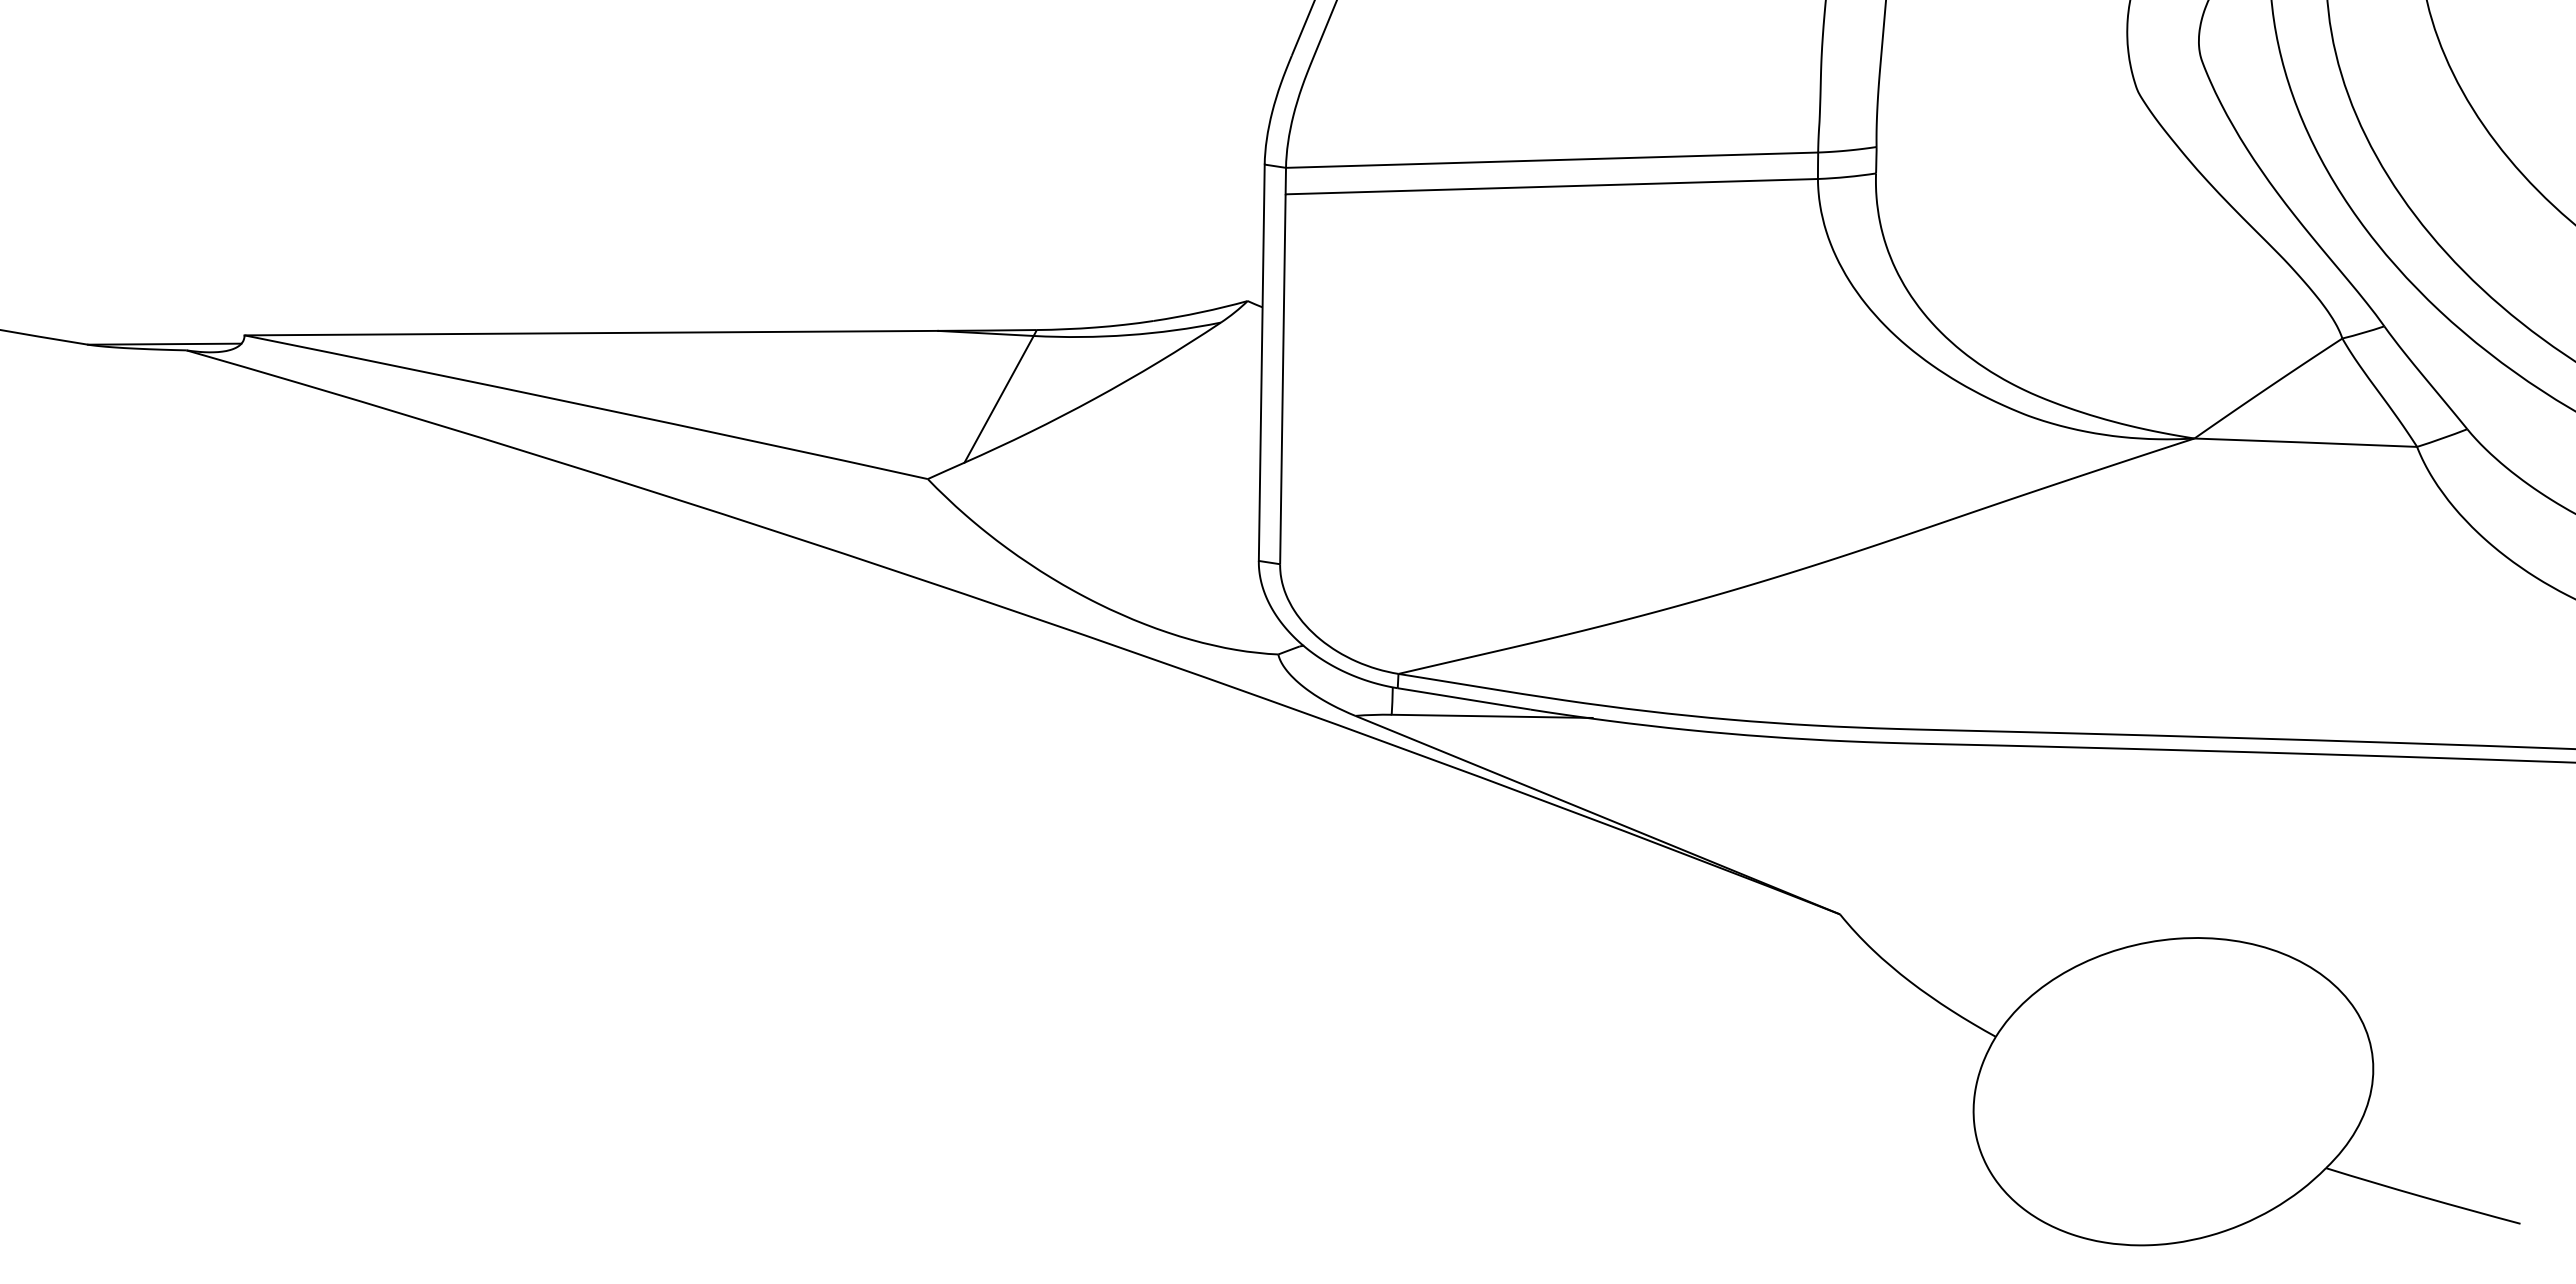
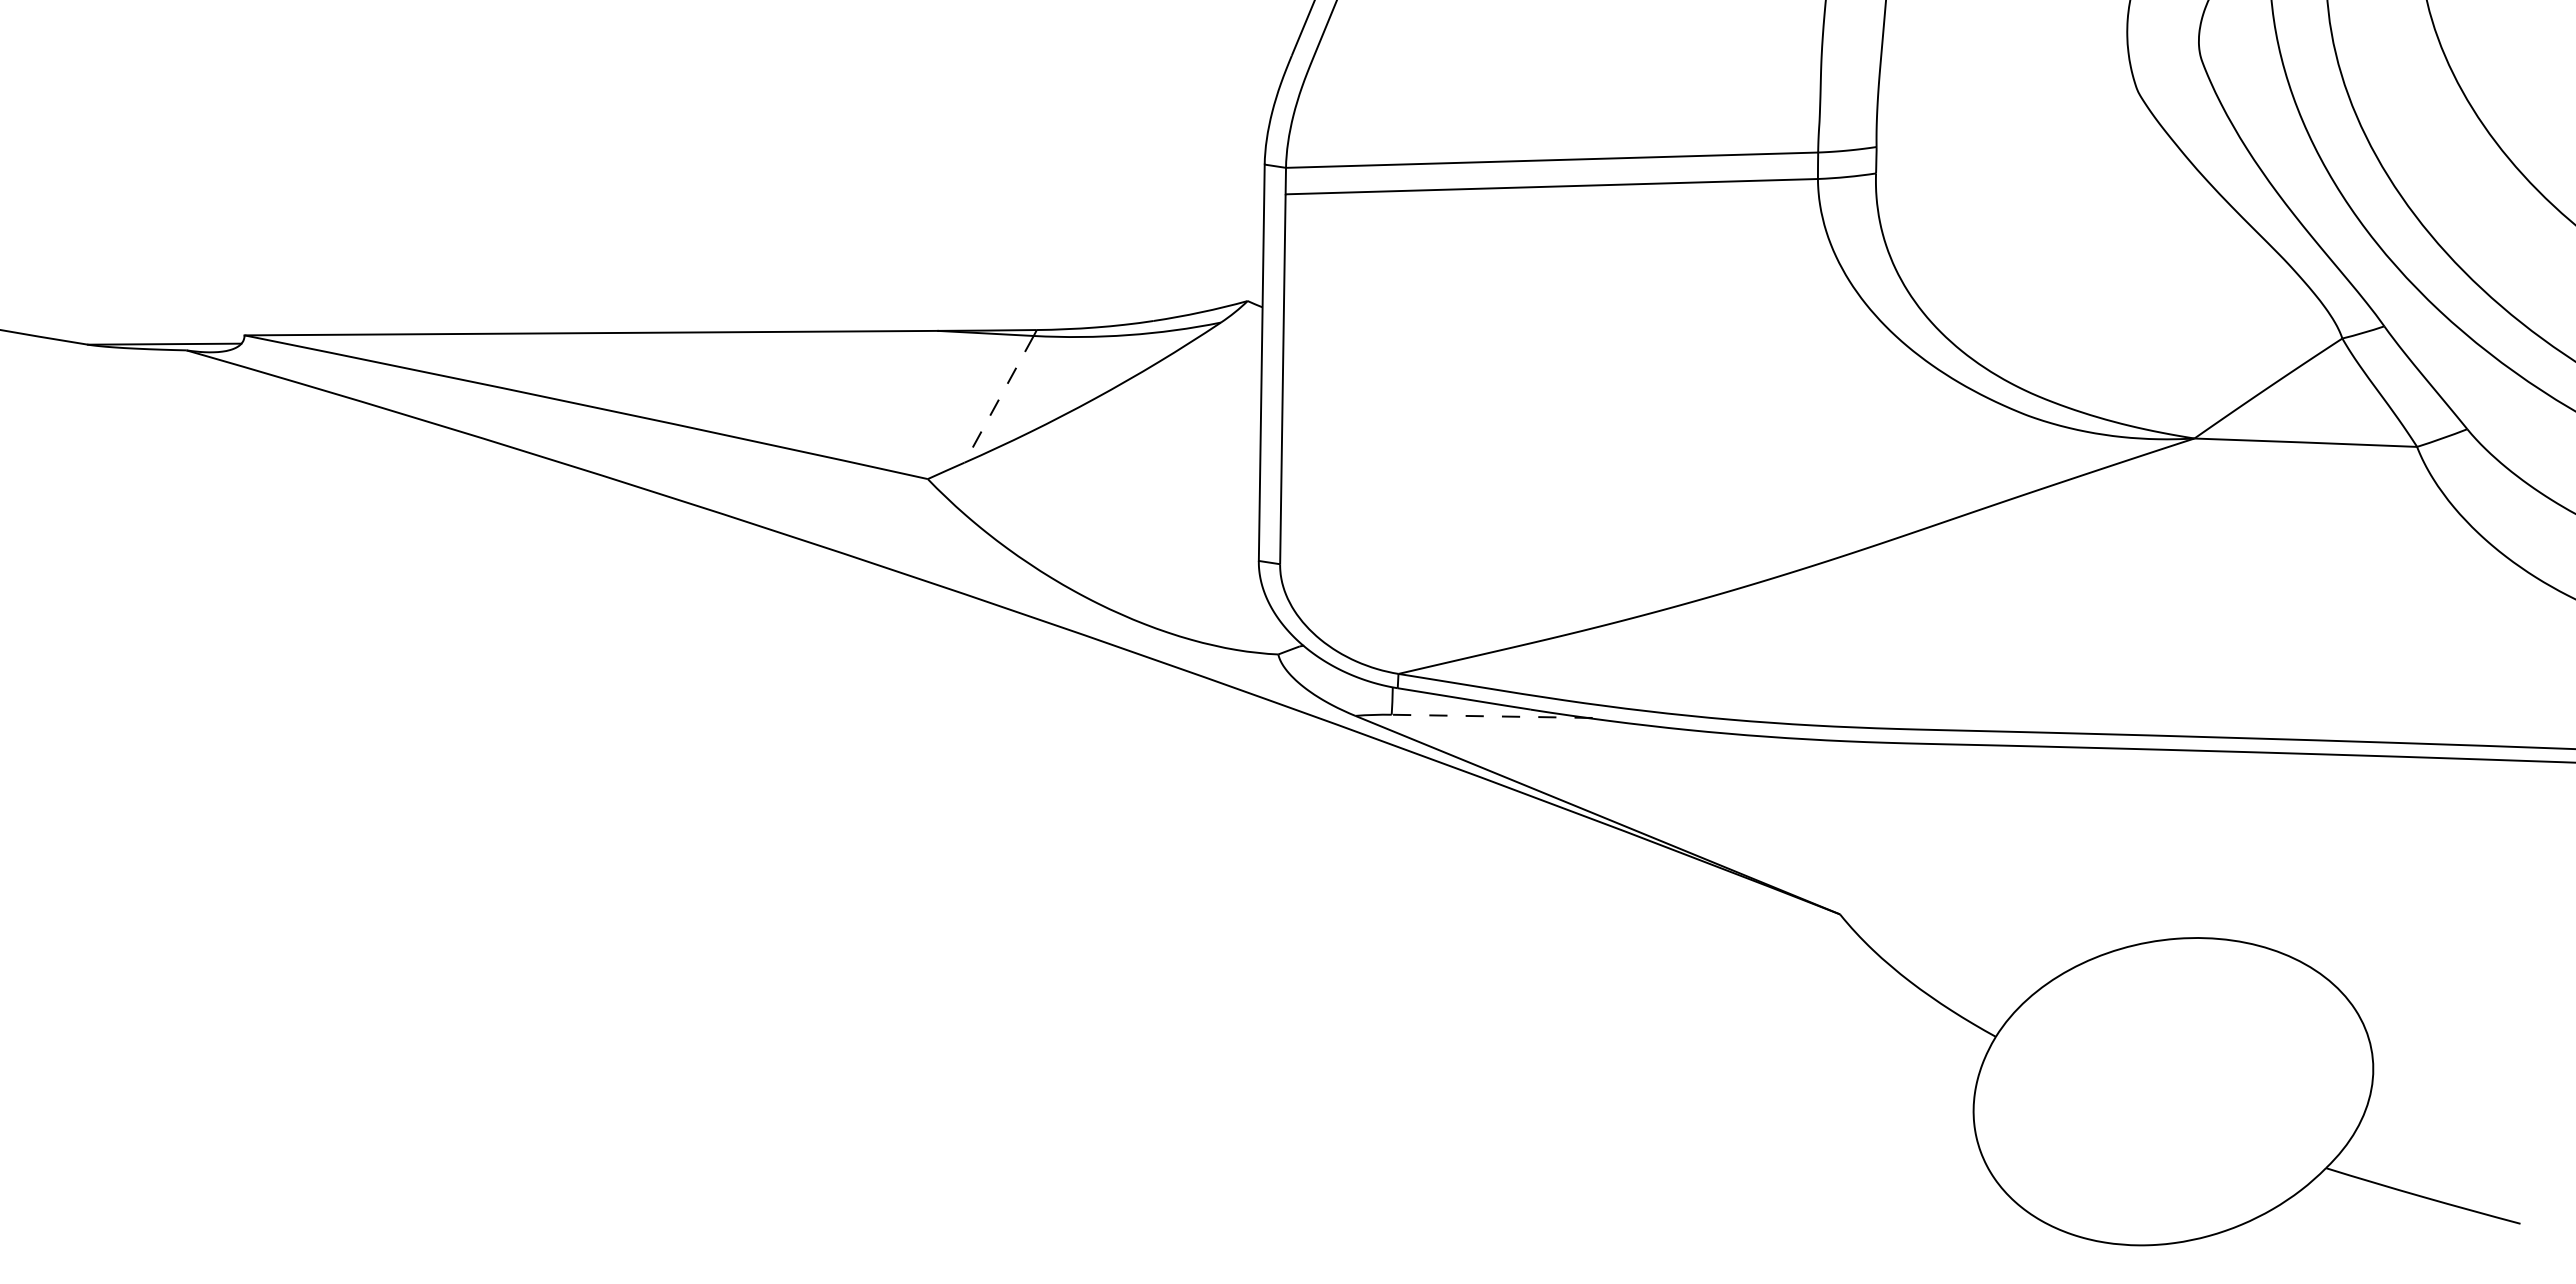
line at (998, 399): solid -> dashed
line at (1492, 716): solid -> dashed
